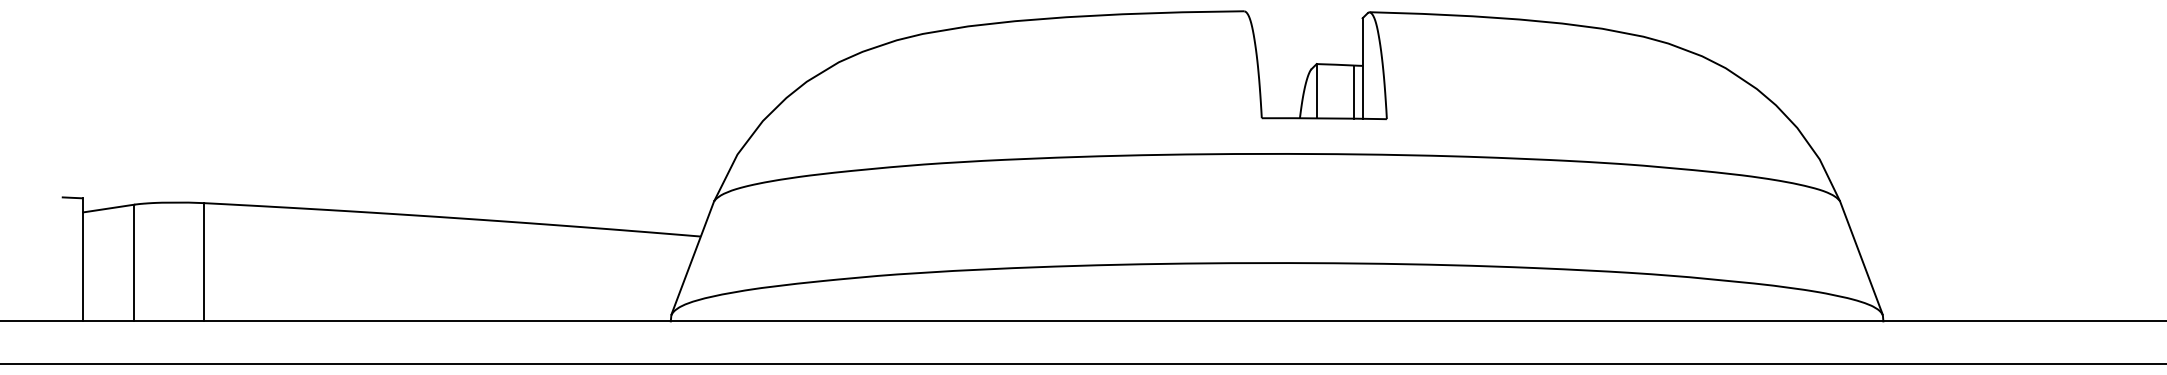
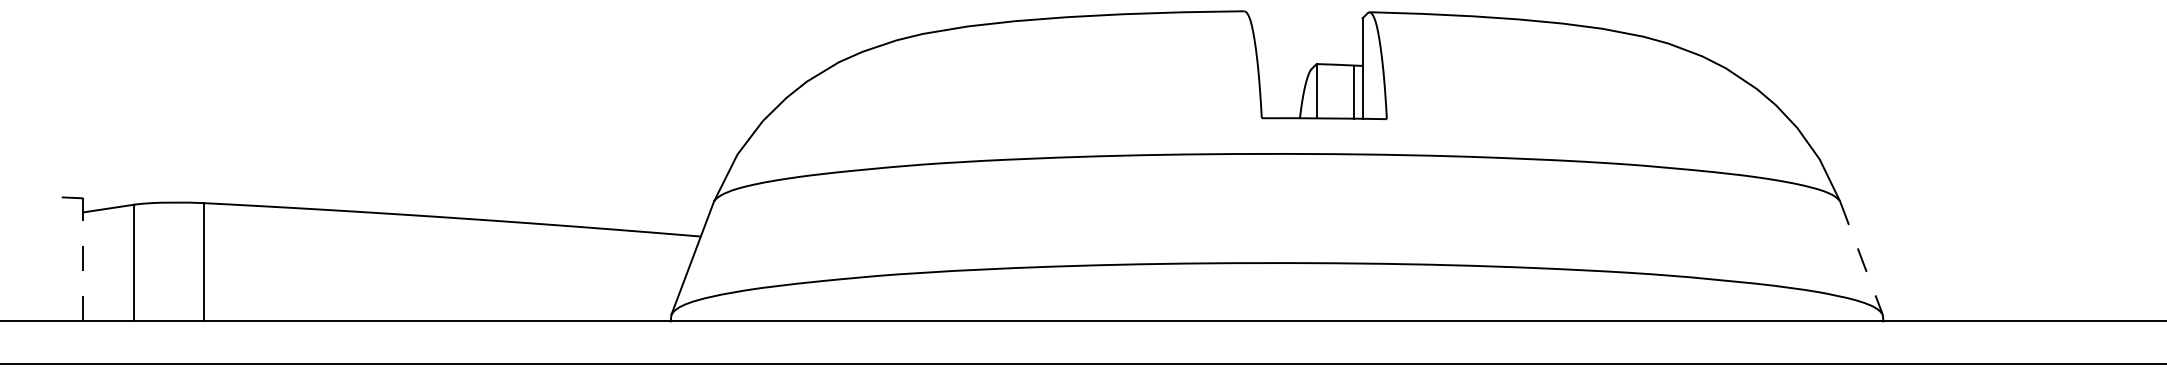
line at (1861, 258): solid -> dashed
line at (83, 259): solid -> dashed
